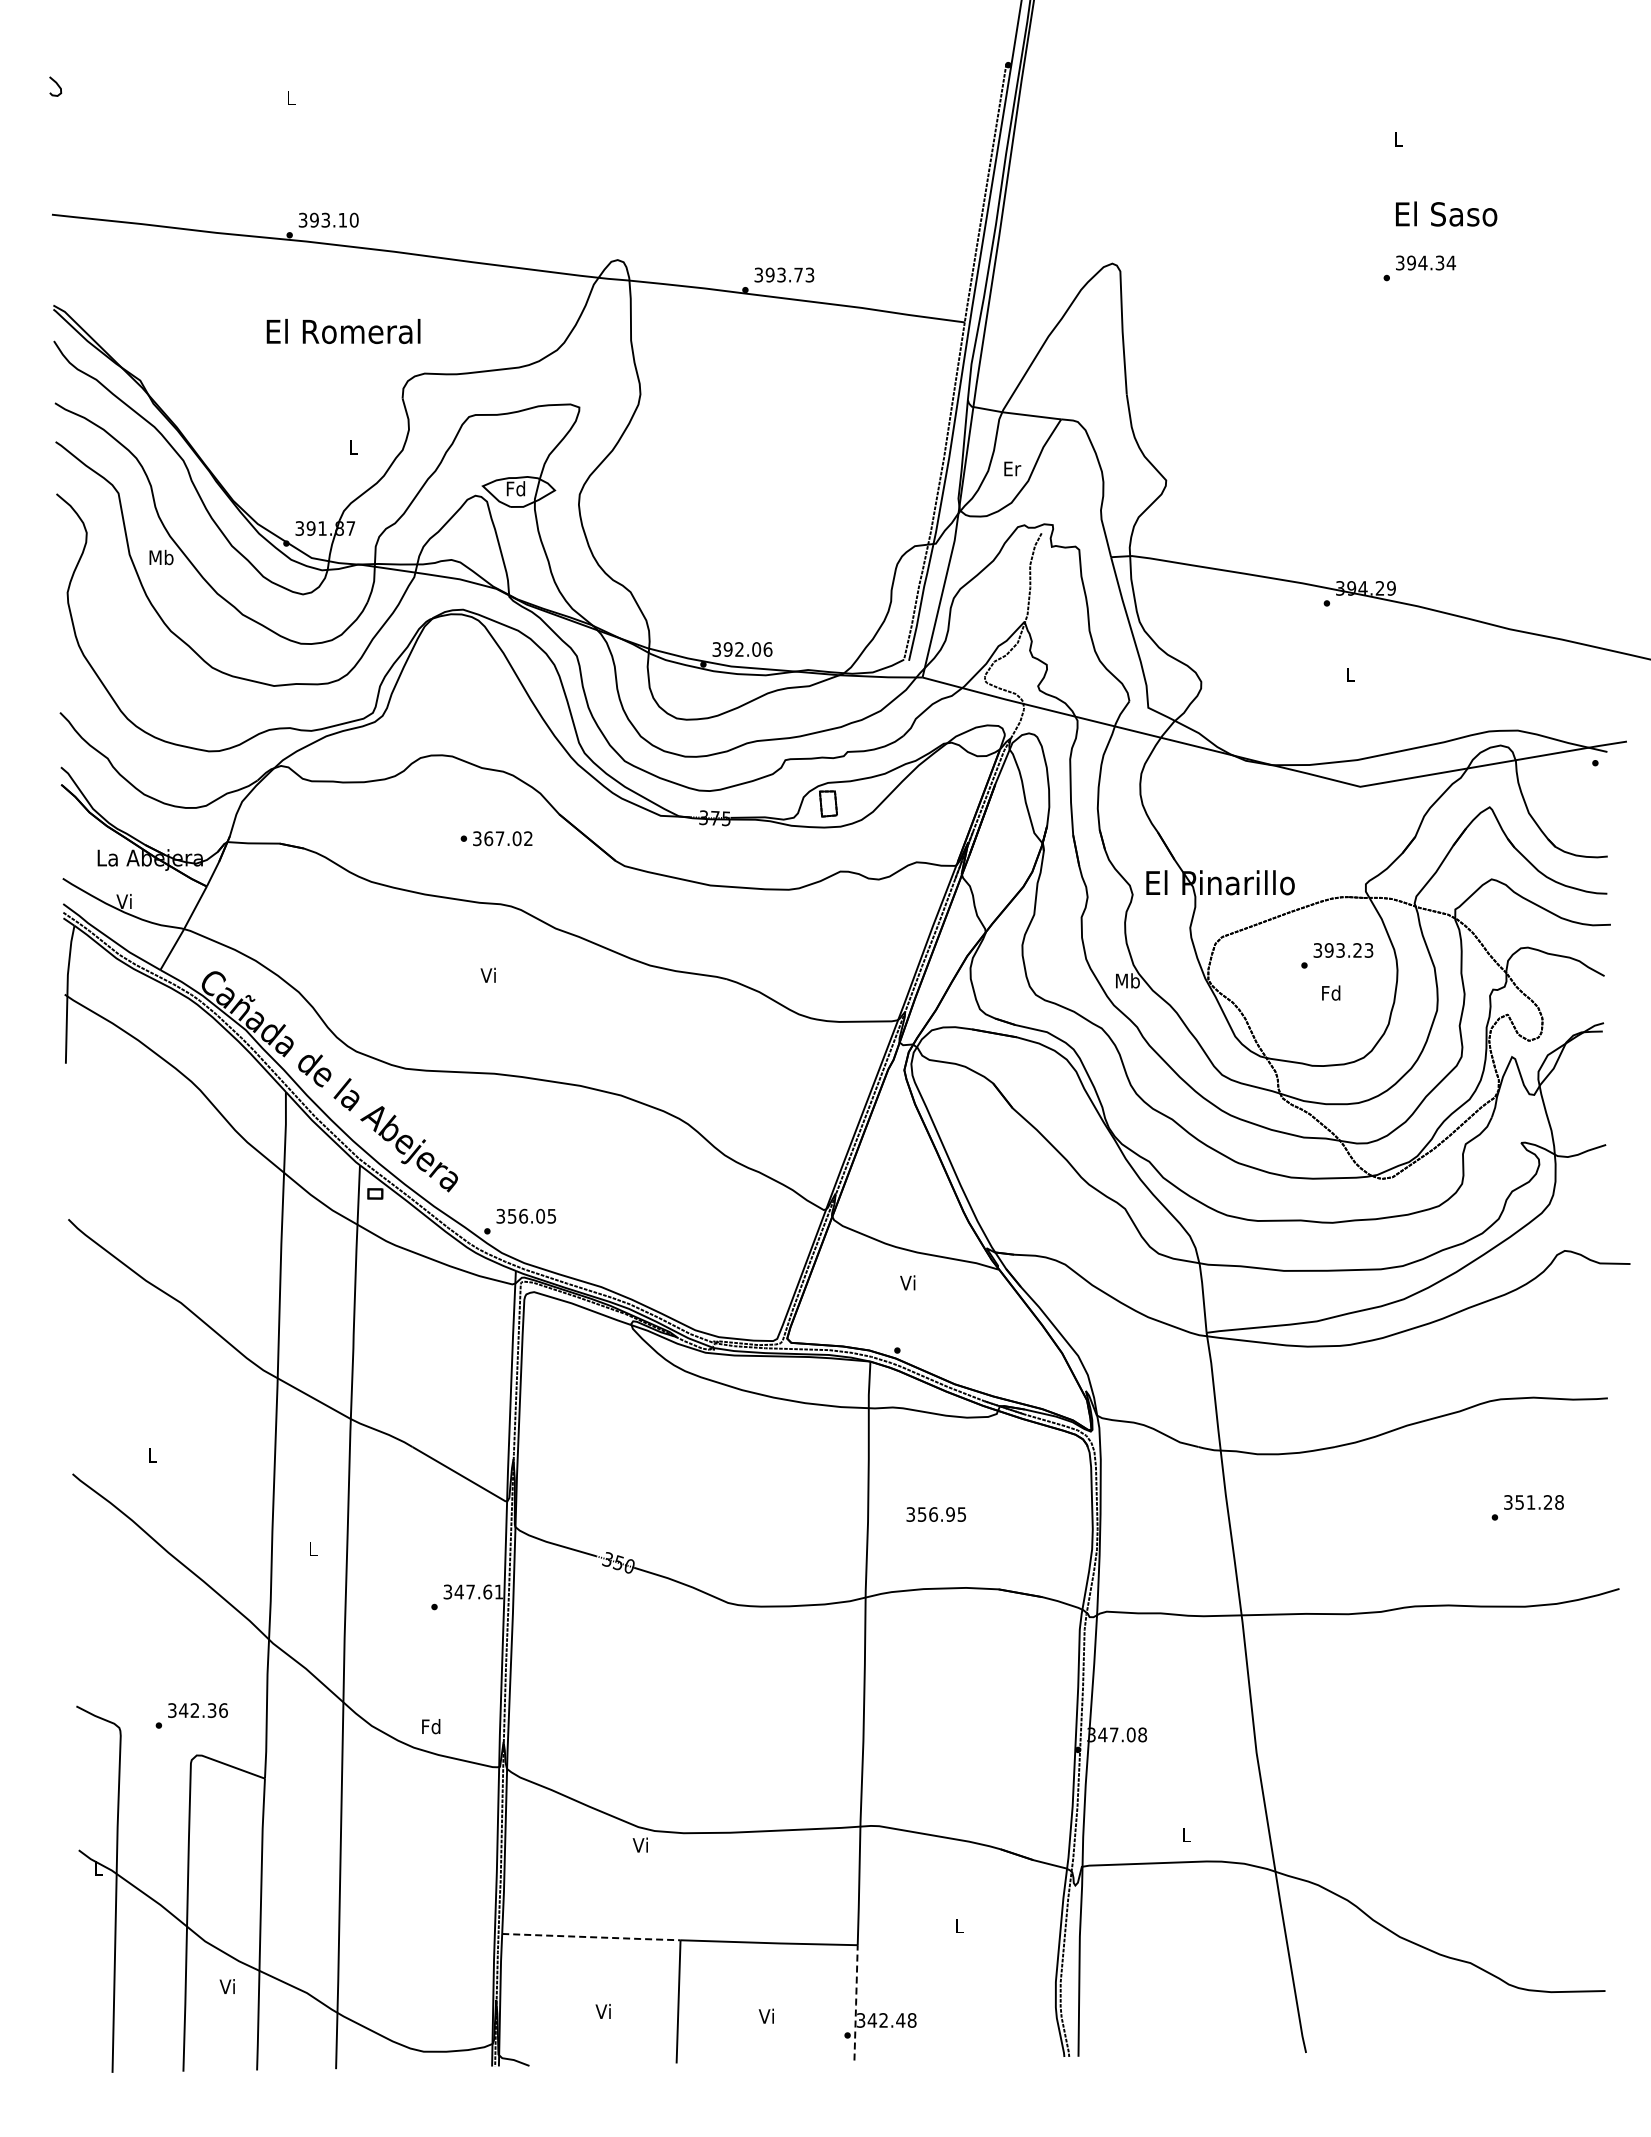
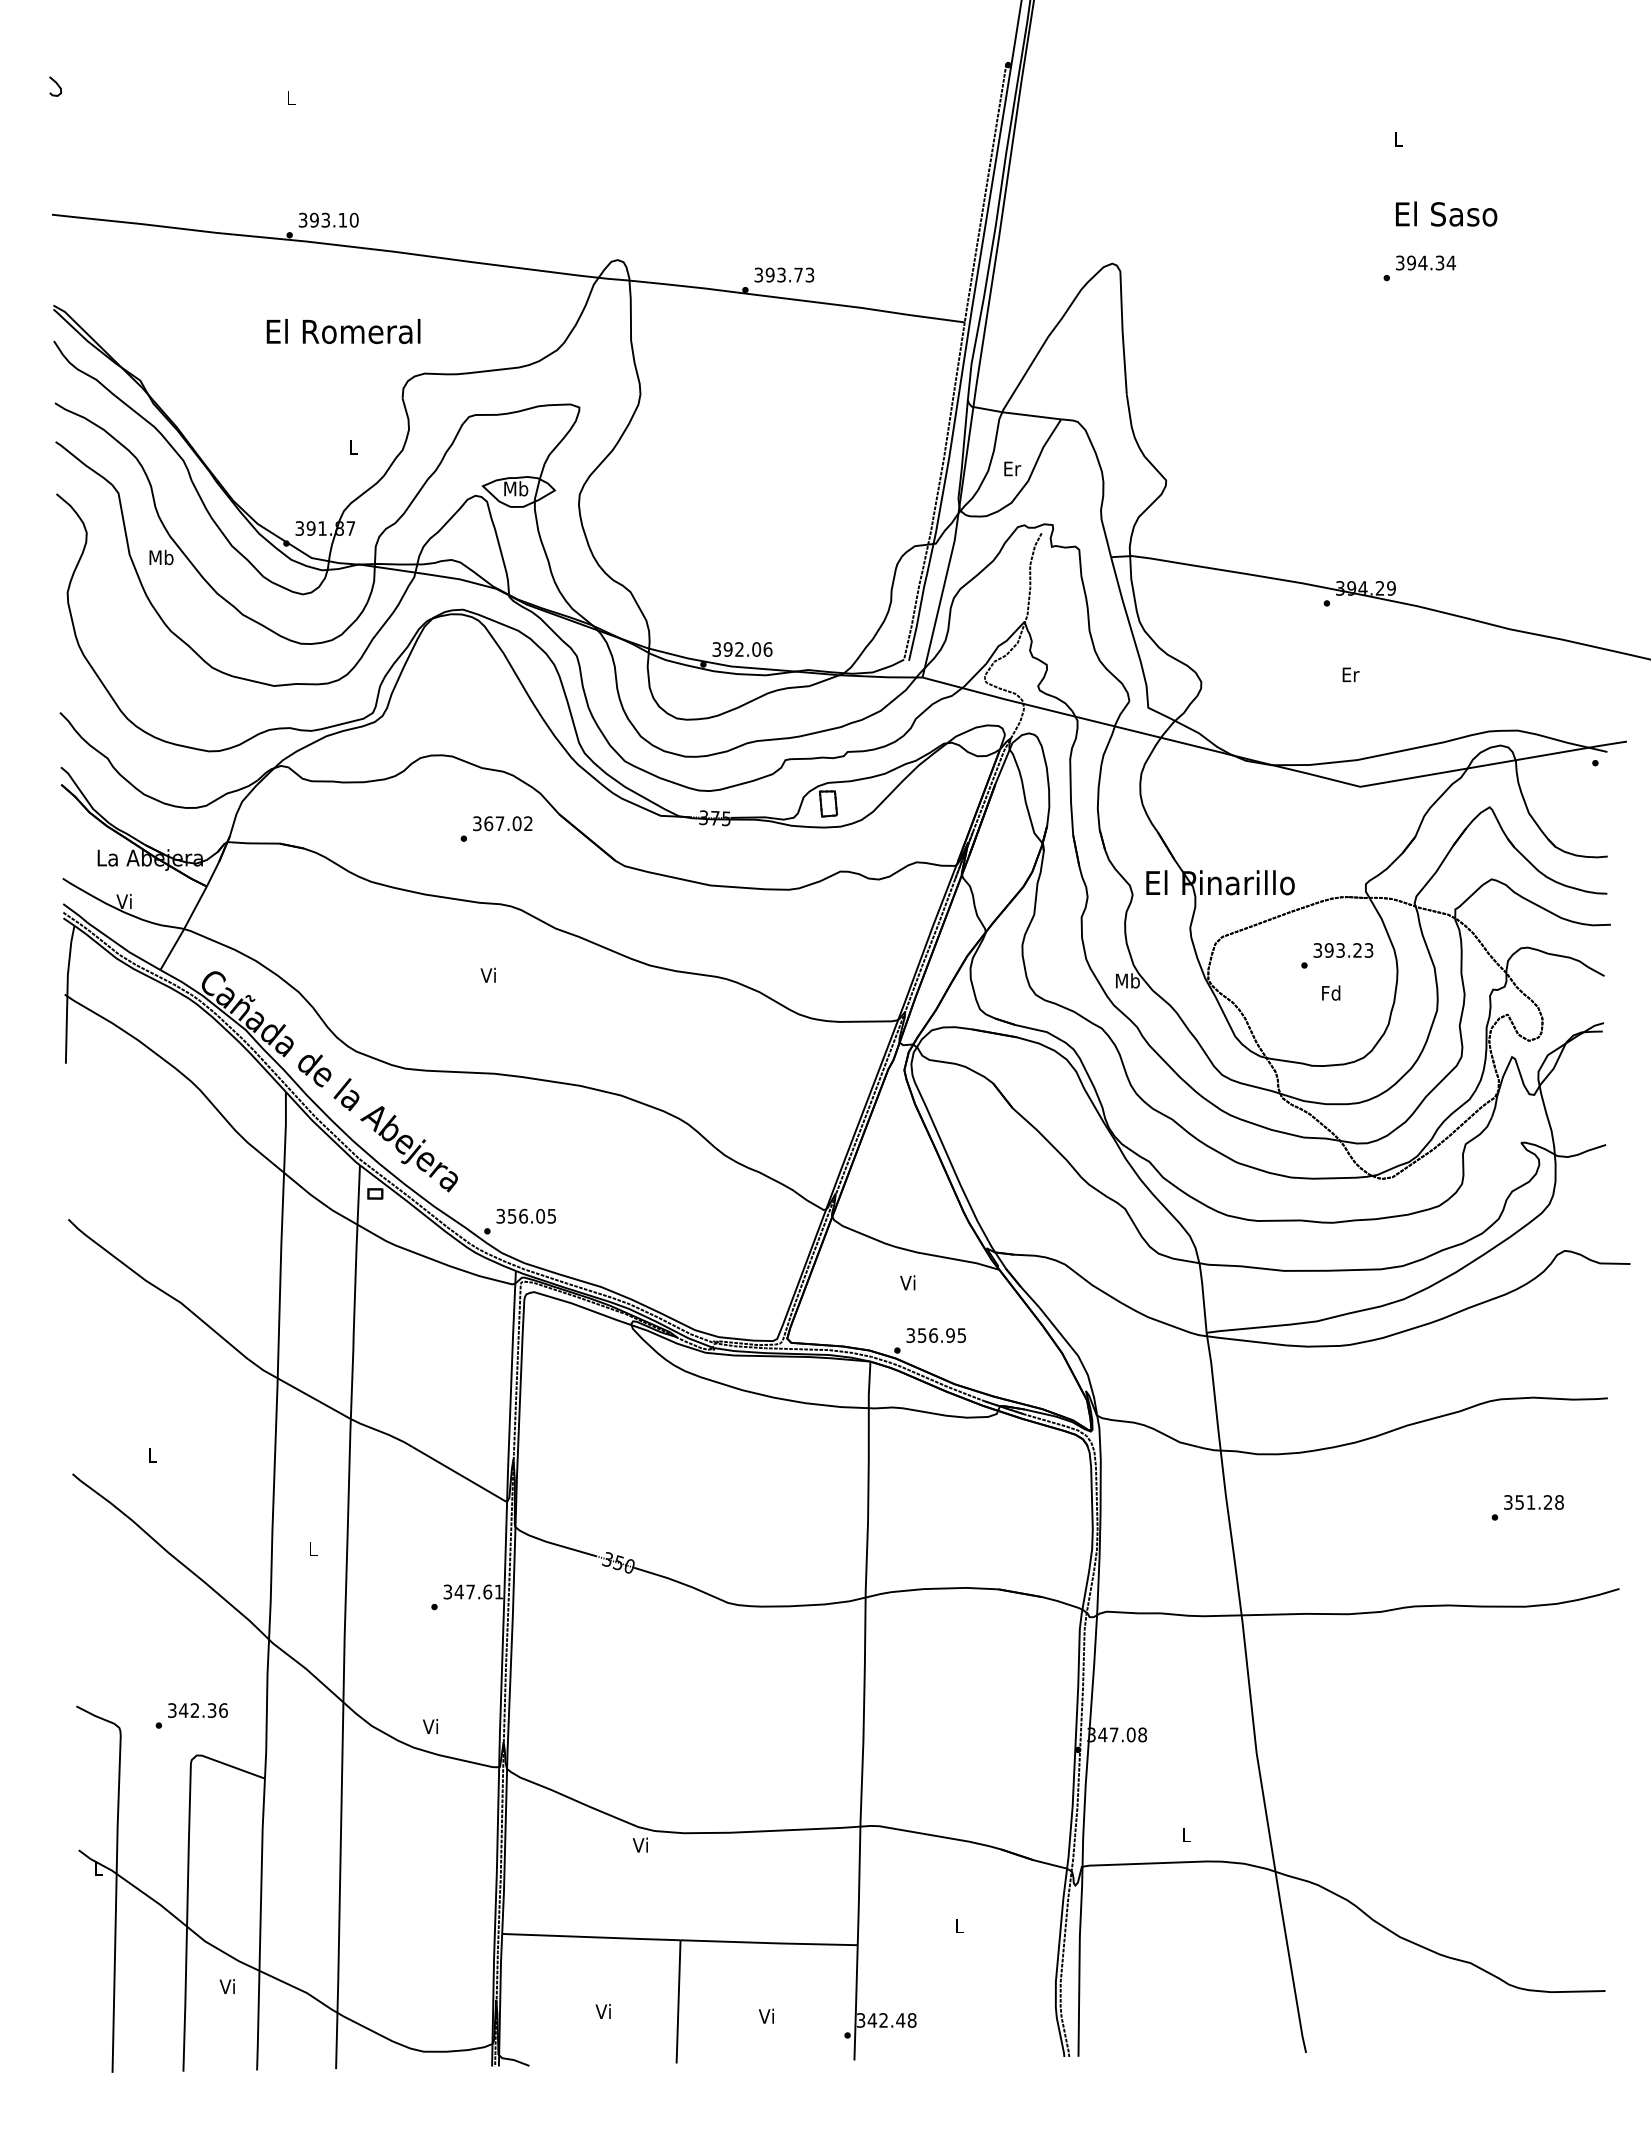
text at (516, 488): Fd -> Mb
text at (1350, 674): L -> Er
text at (502, 838) position: (502, 838) -> (502, 823)
text at (935, 1514) position: (935, 1514) -> (935, 1335)
text at (431, 1726): Fd -> Vi
line at (592, 1937): dashed -> solid
line at (856, 2002): dashed -> solid
